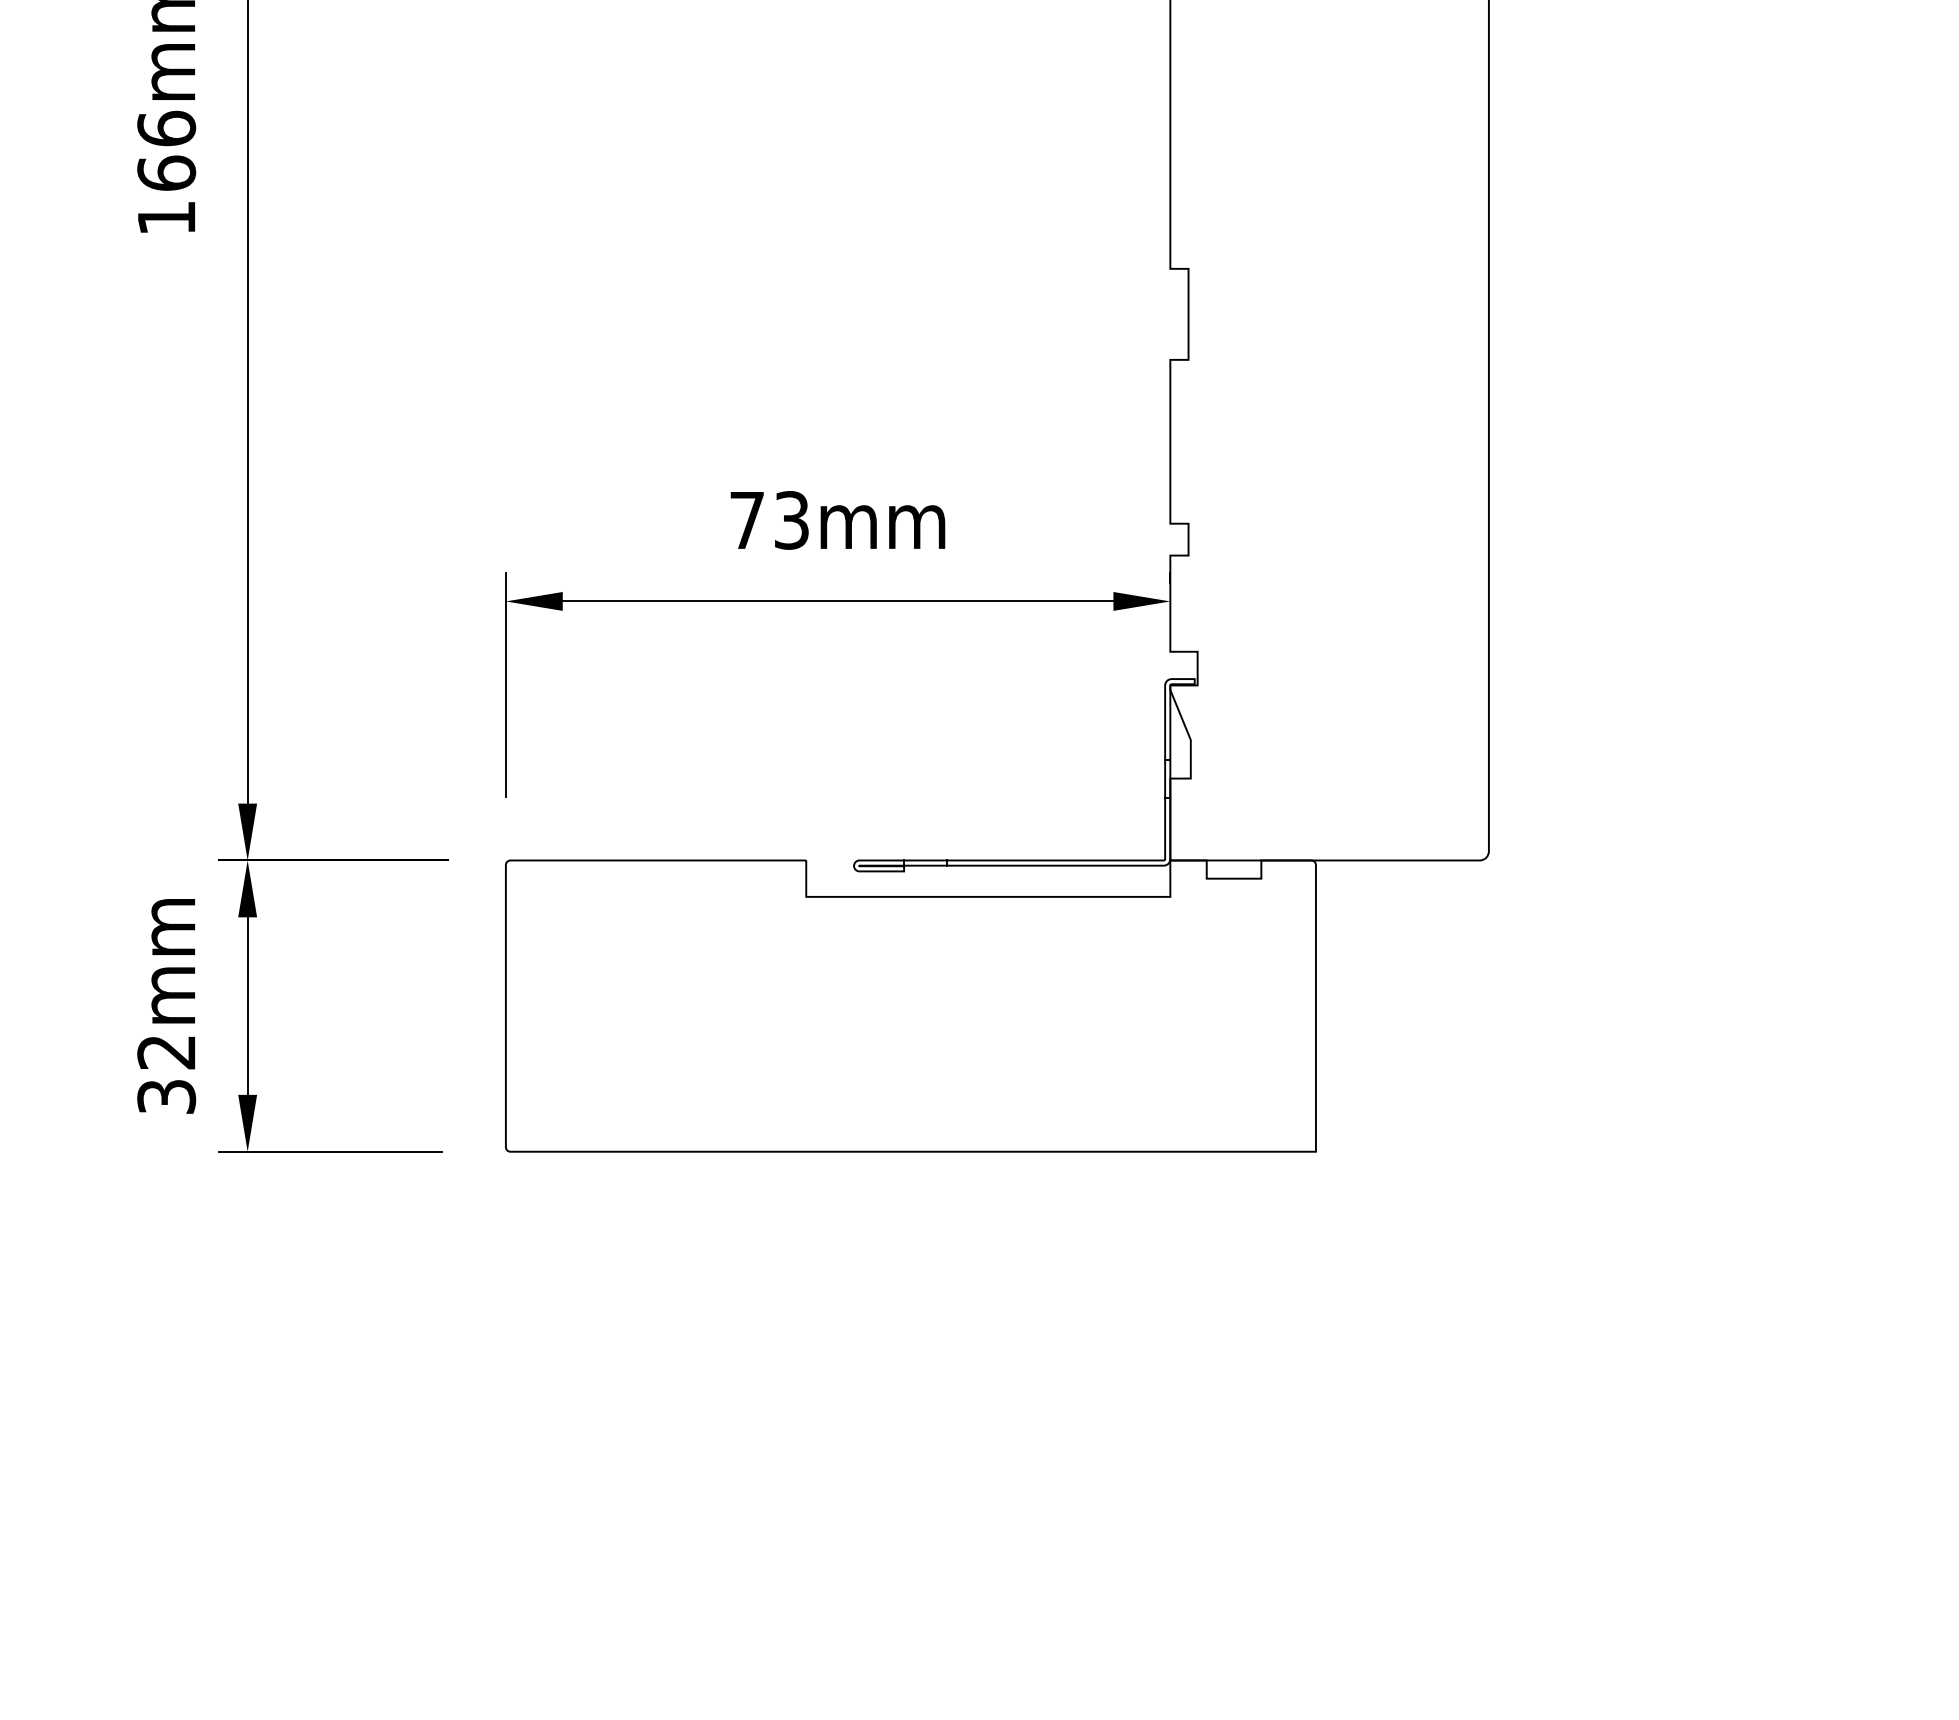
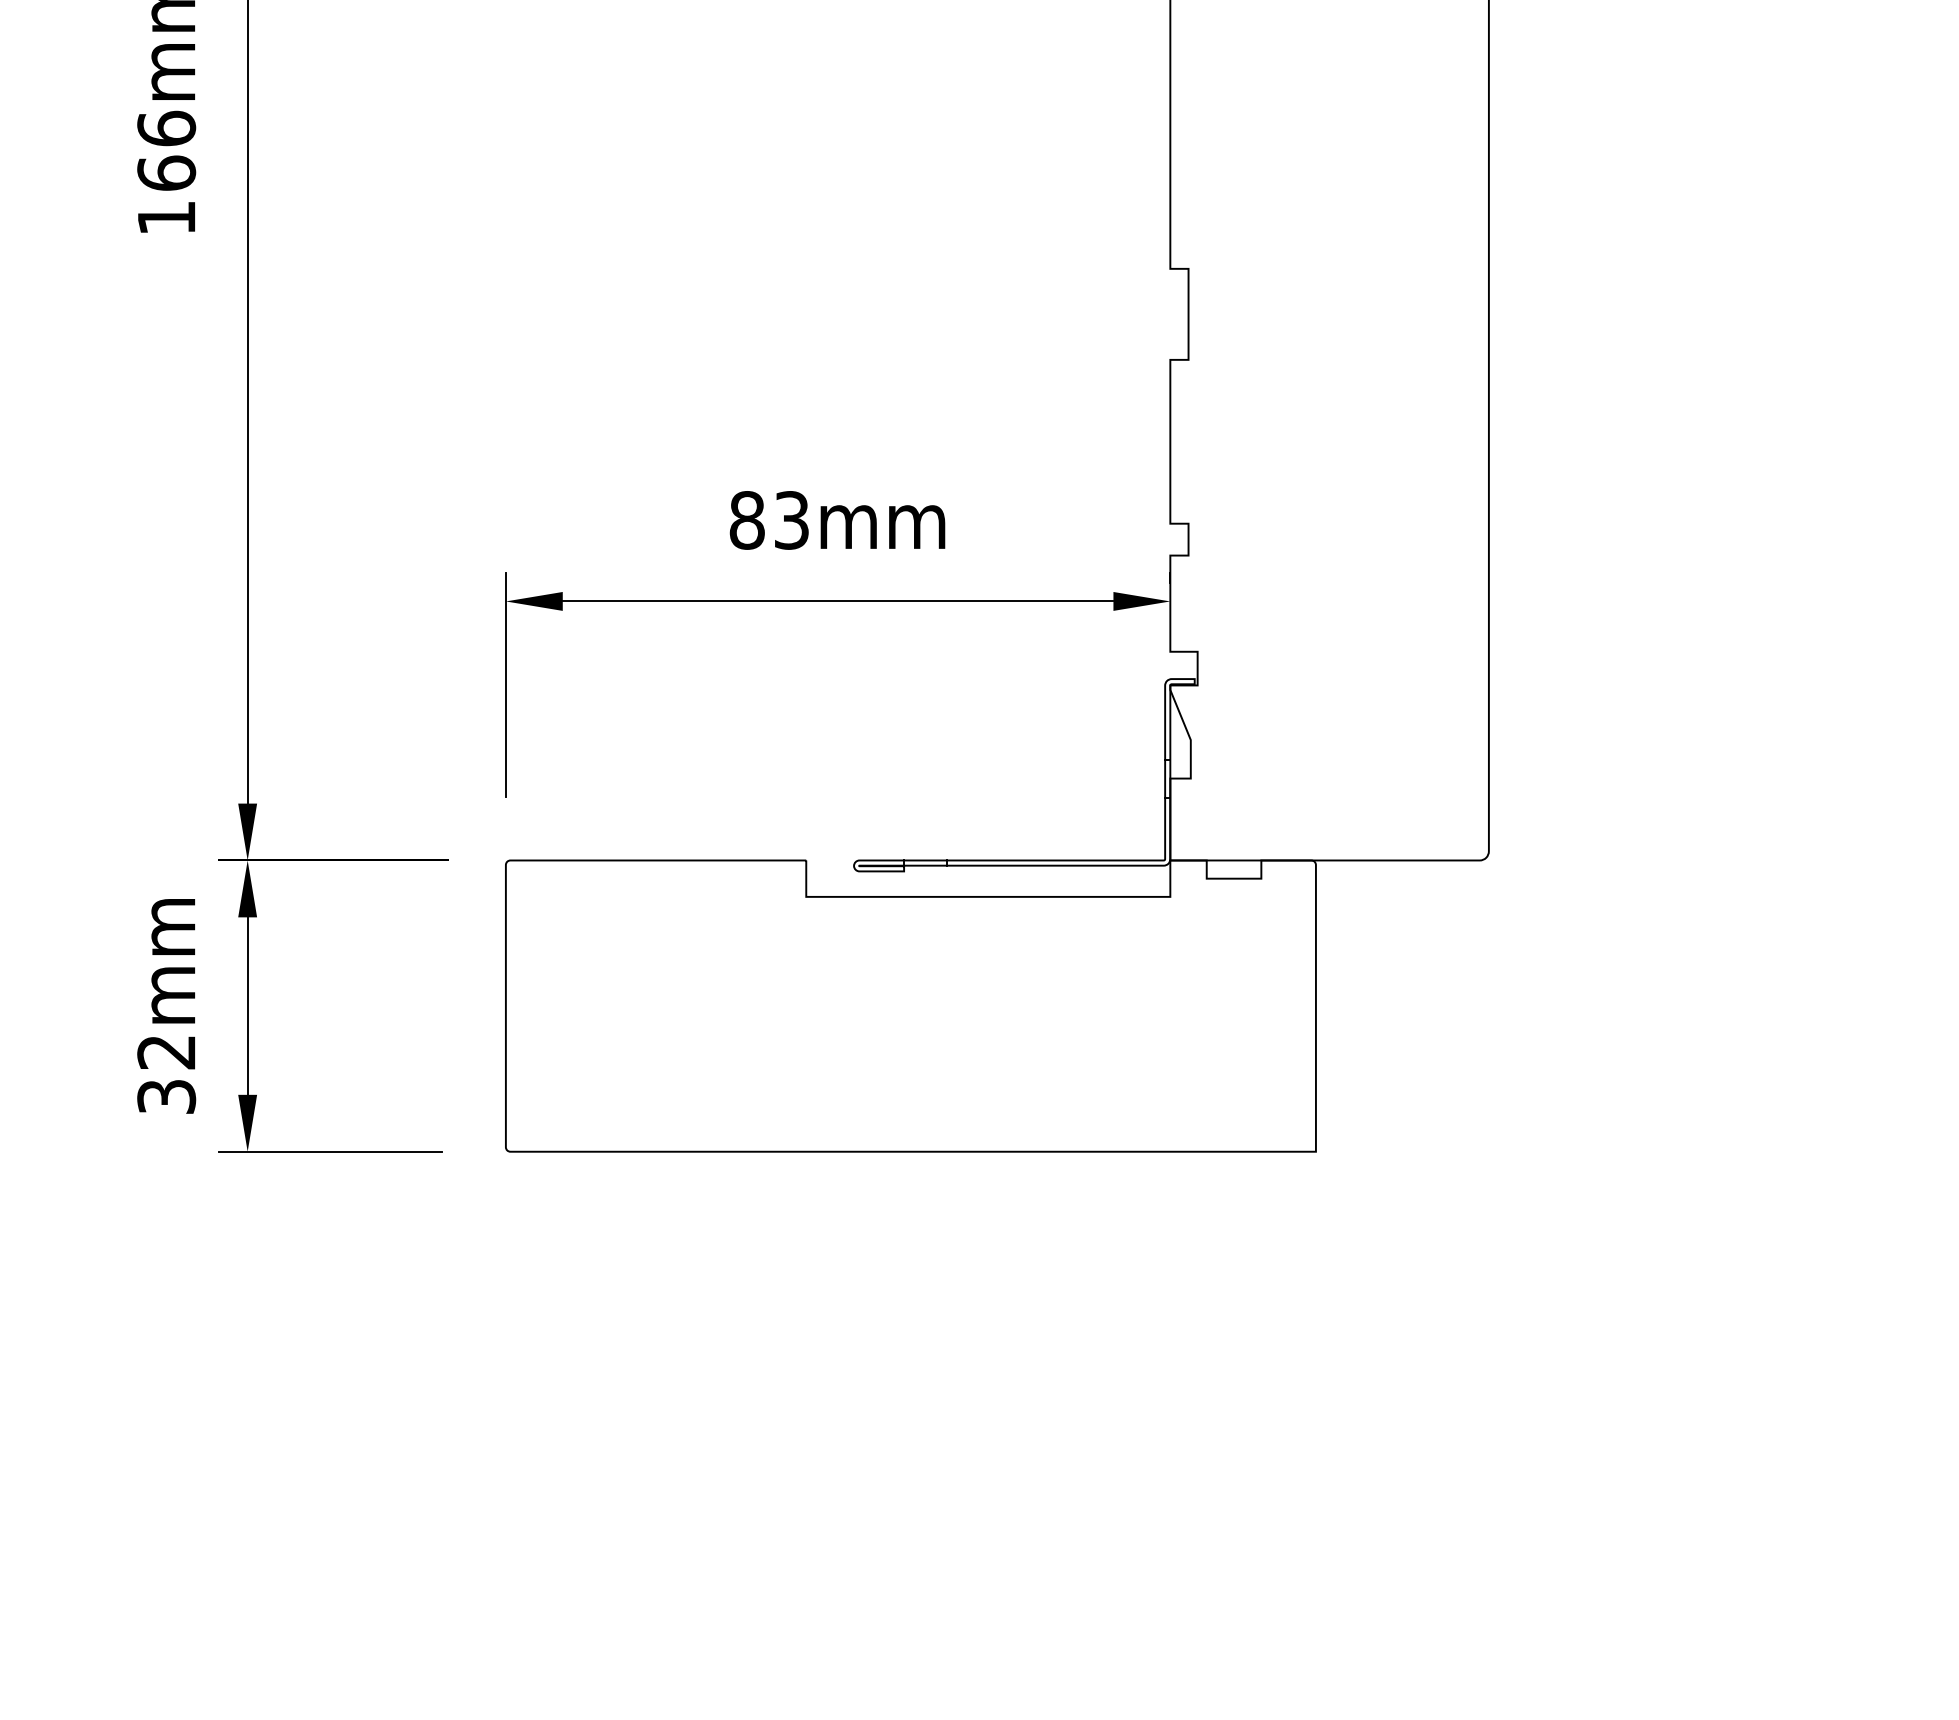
text at (746, 520): 73mm -> 83mm
